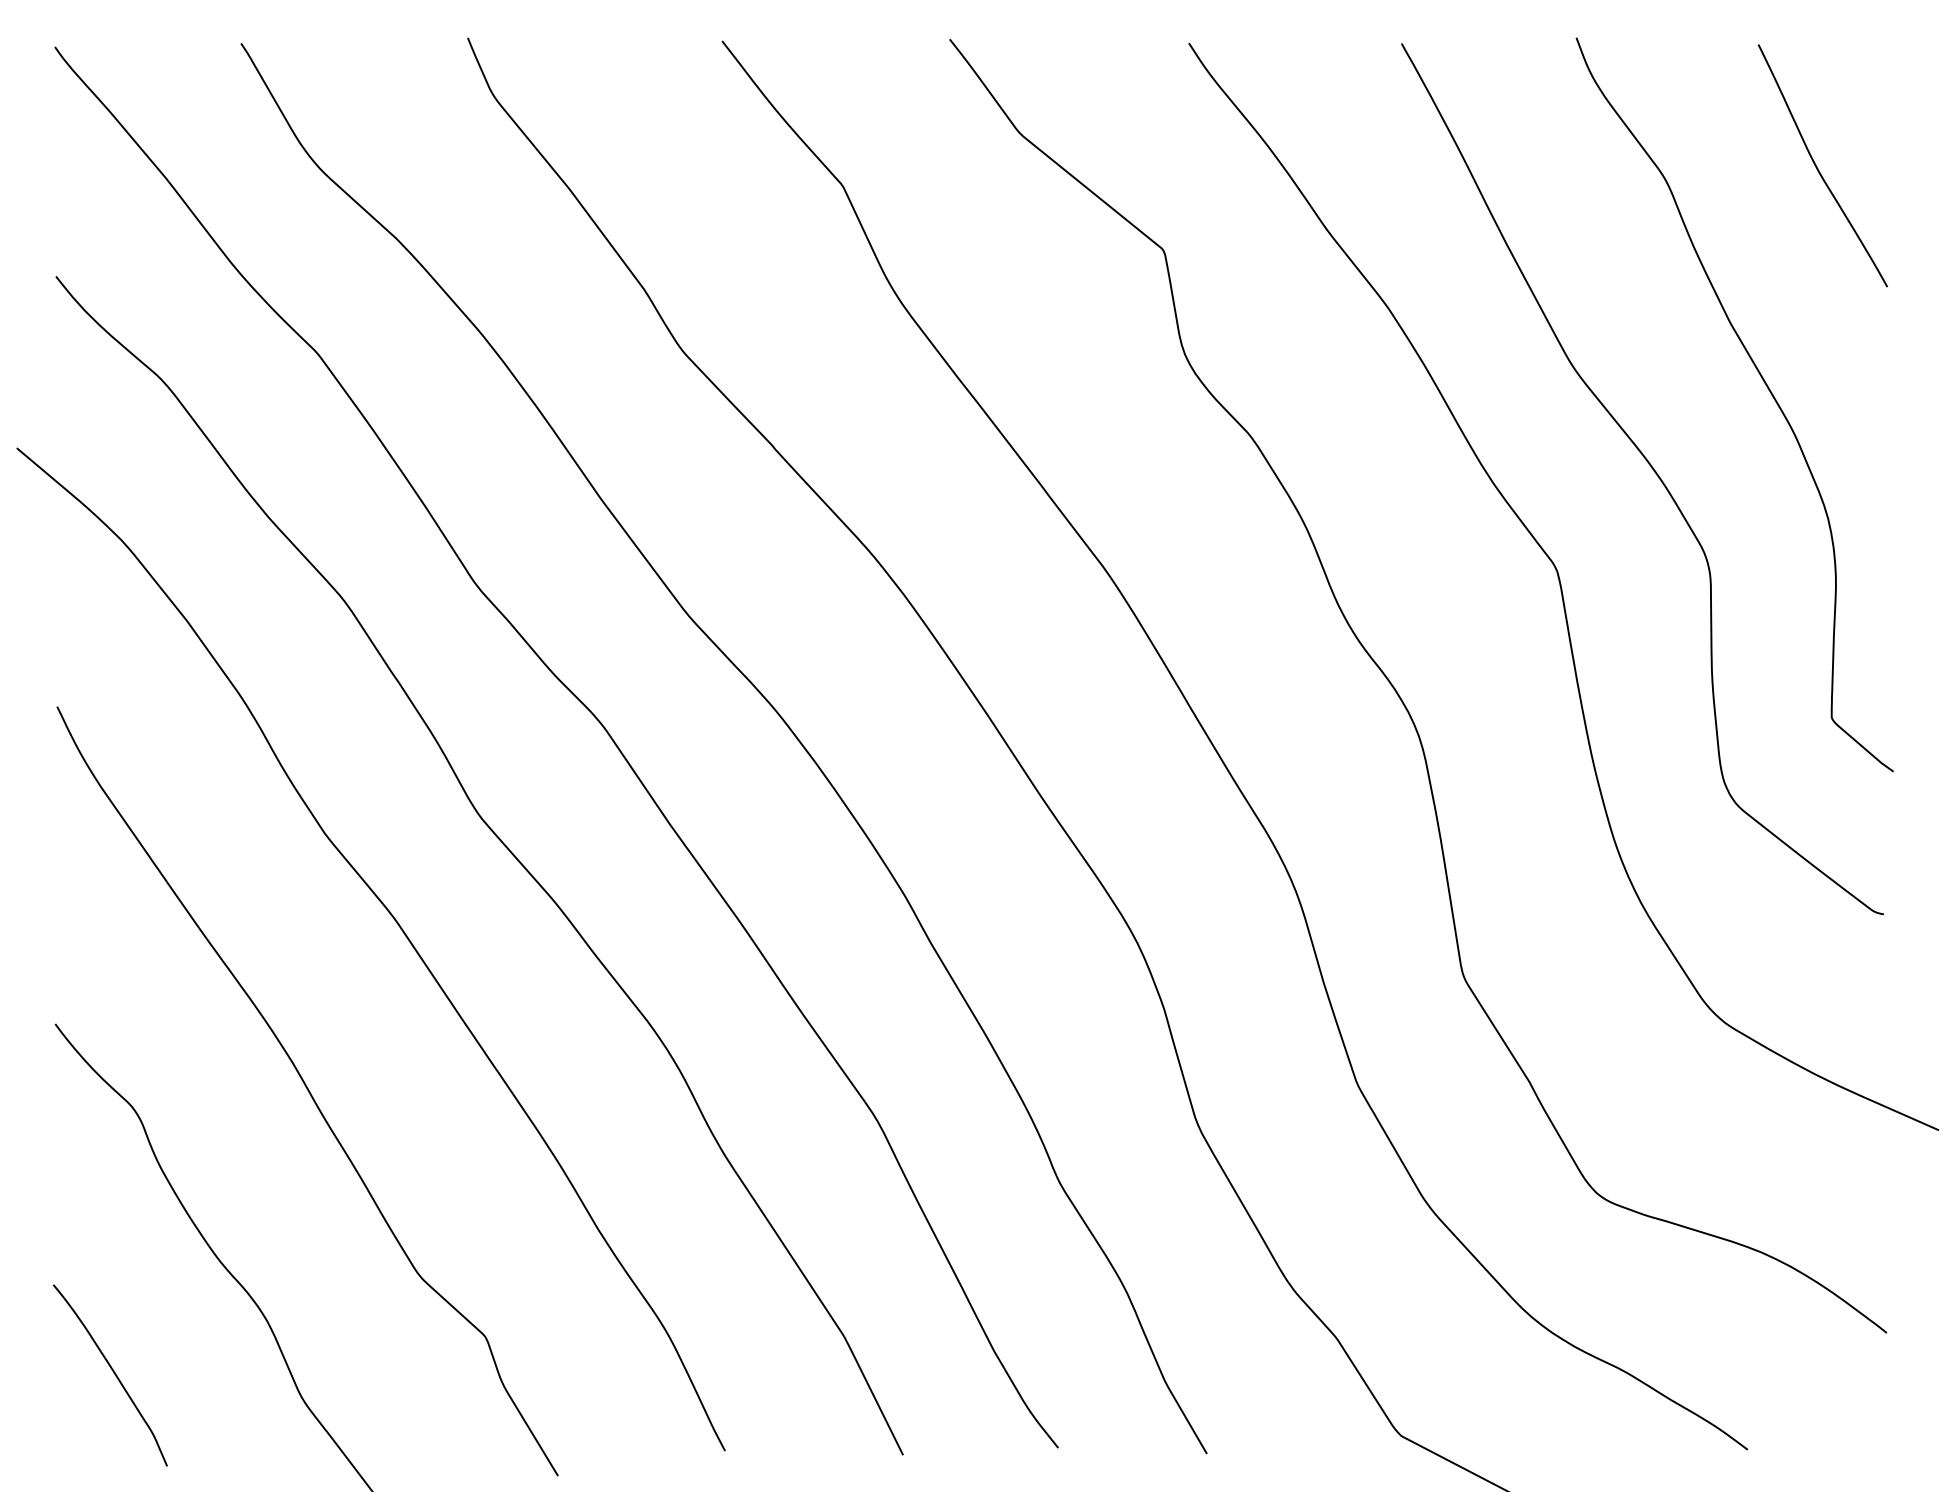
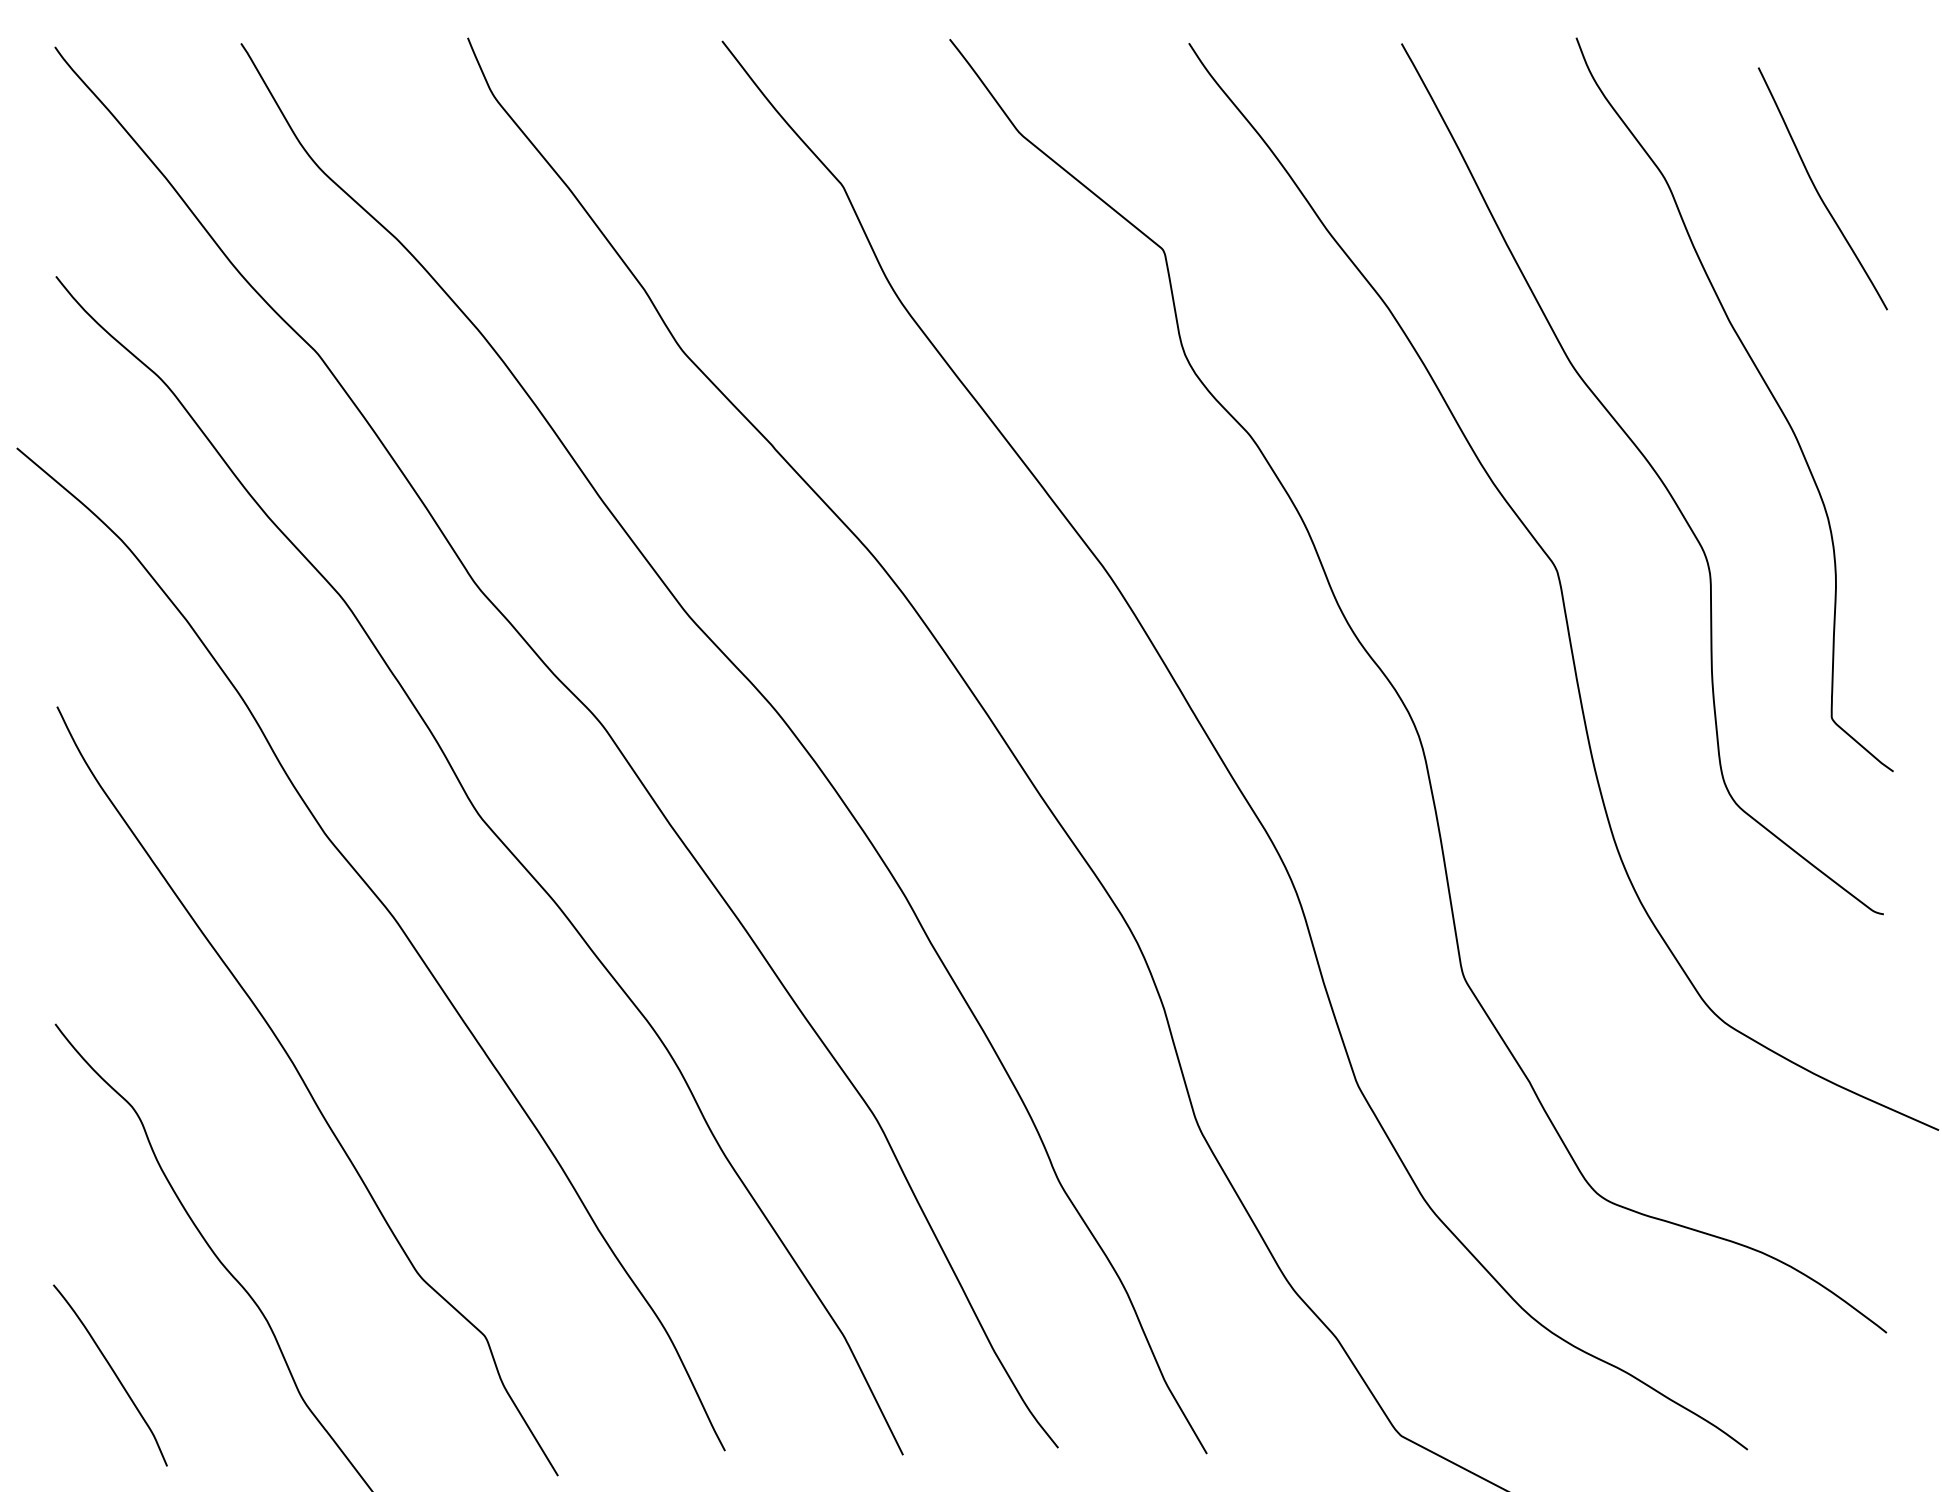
curve at (1818, 168) position: (1818, 168) -> (1818, 191)
